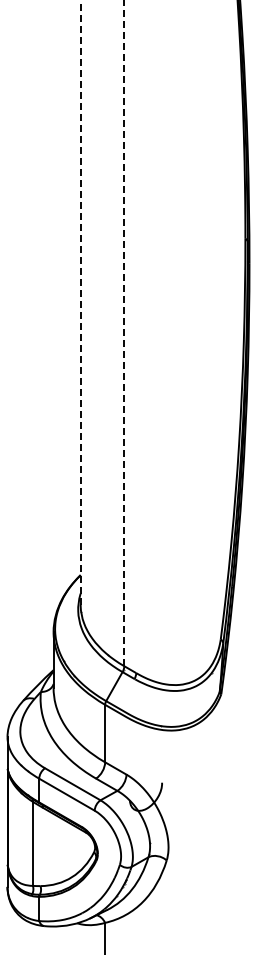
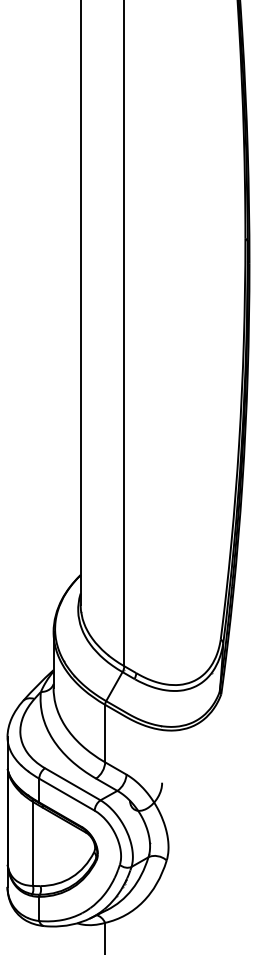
line at (80, 302): dashed -> solid
line at (124, 333): dashed -> solid
